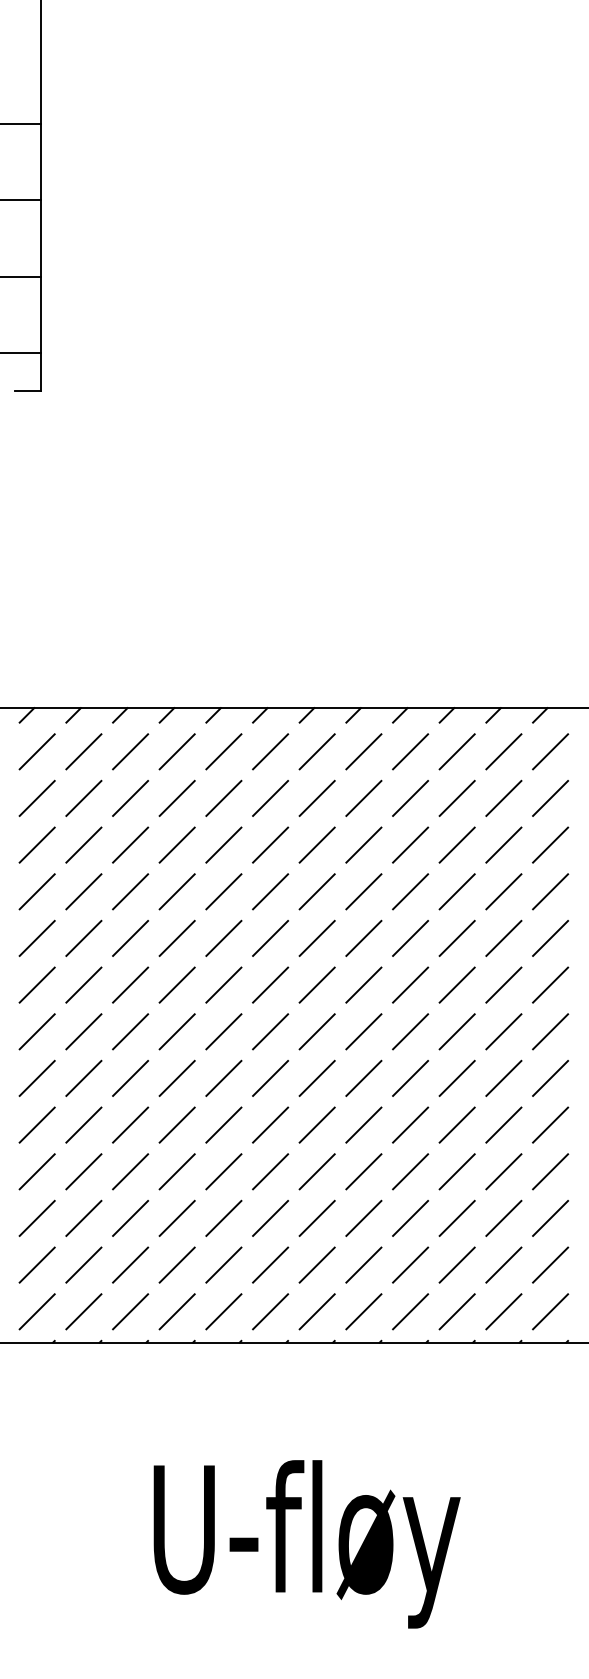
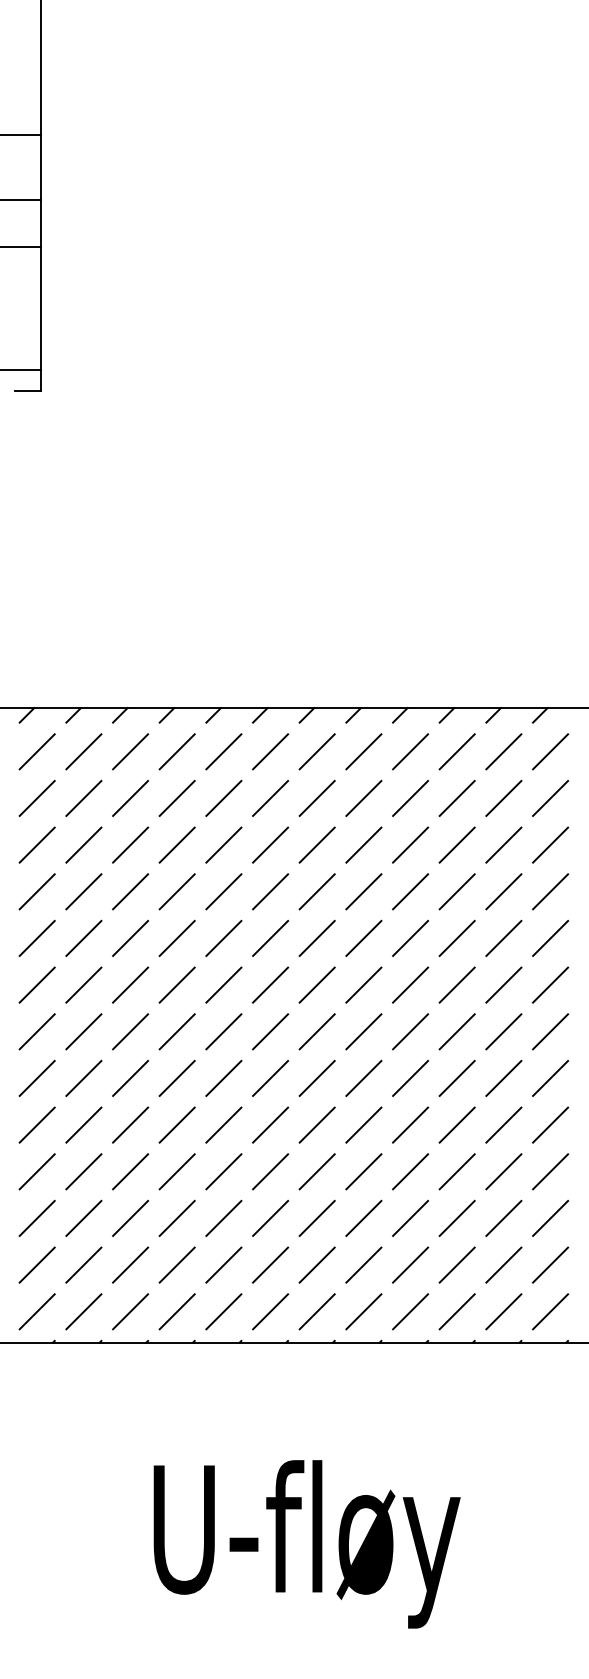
line at (21, 124) position: (21, 124) -> (21, 135)
line at (21, 276) position: (21, 276) -> (21, 246)
line at (21, 352) position: (21, 352) -> (21, 369)
